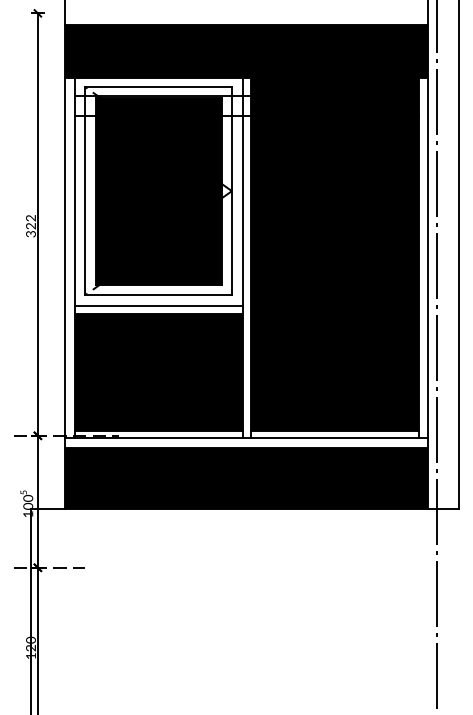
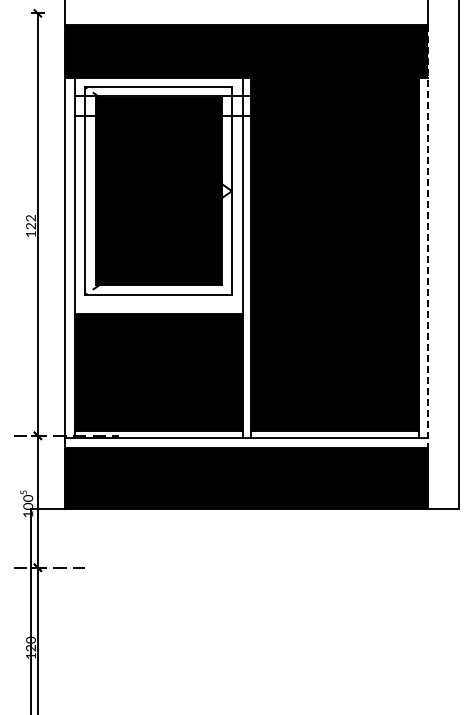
text at (30, 234): 322 -> 122
line at (428, 236): solid -> dashed
line at (158, 305): present -> none
line at (437, 356): present -> none
